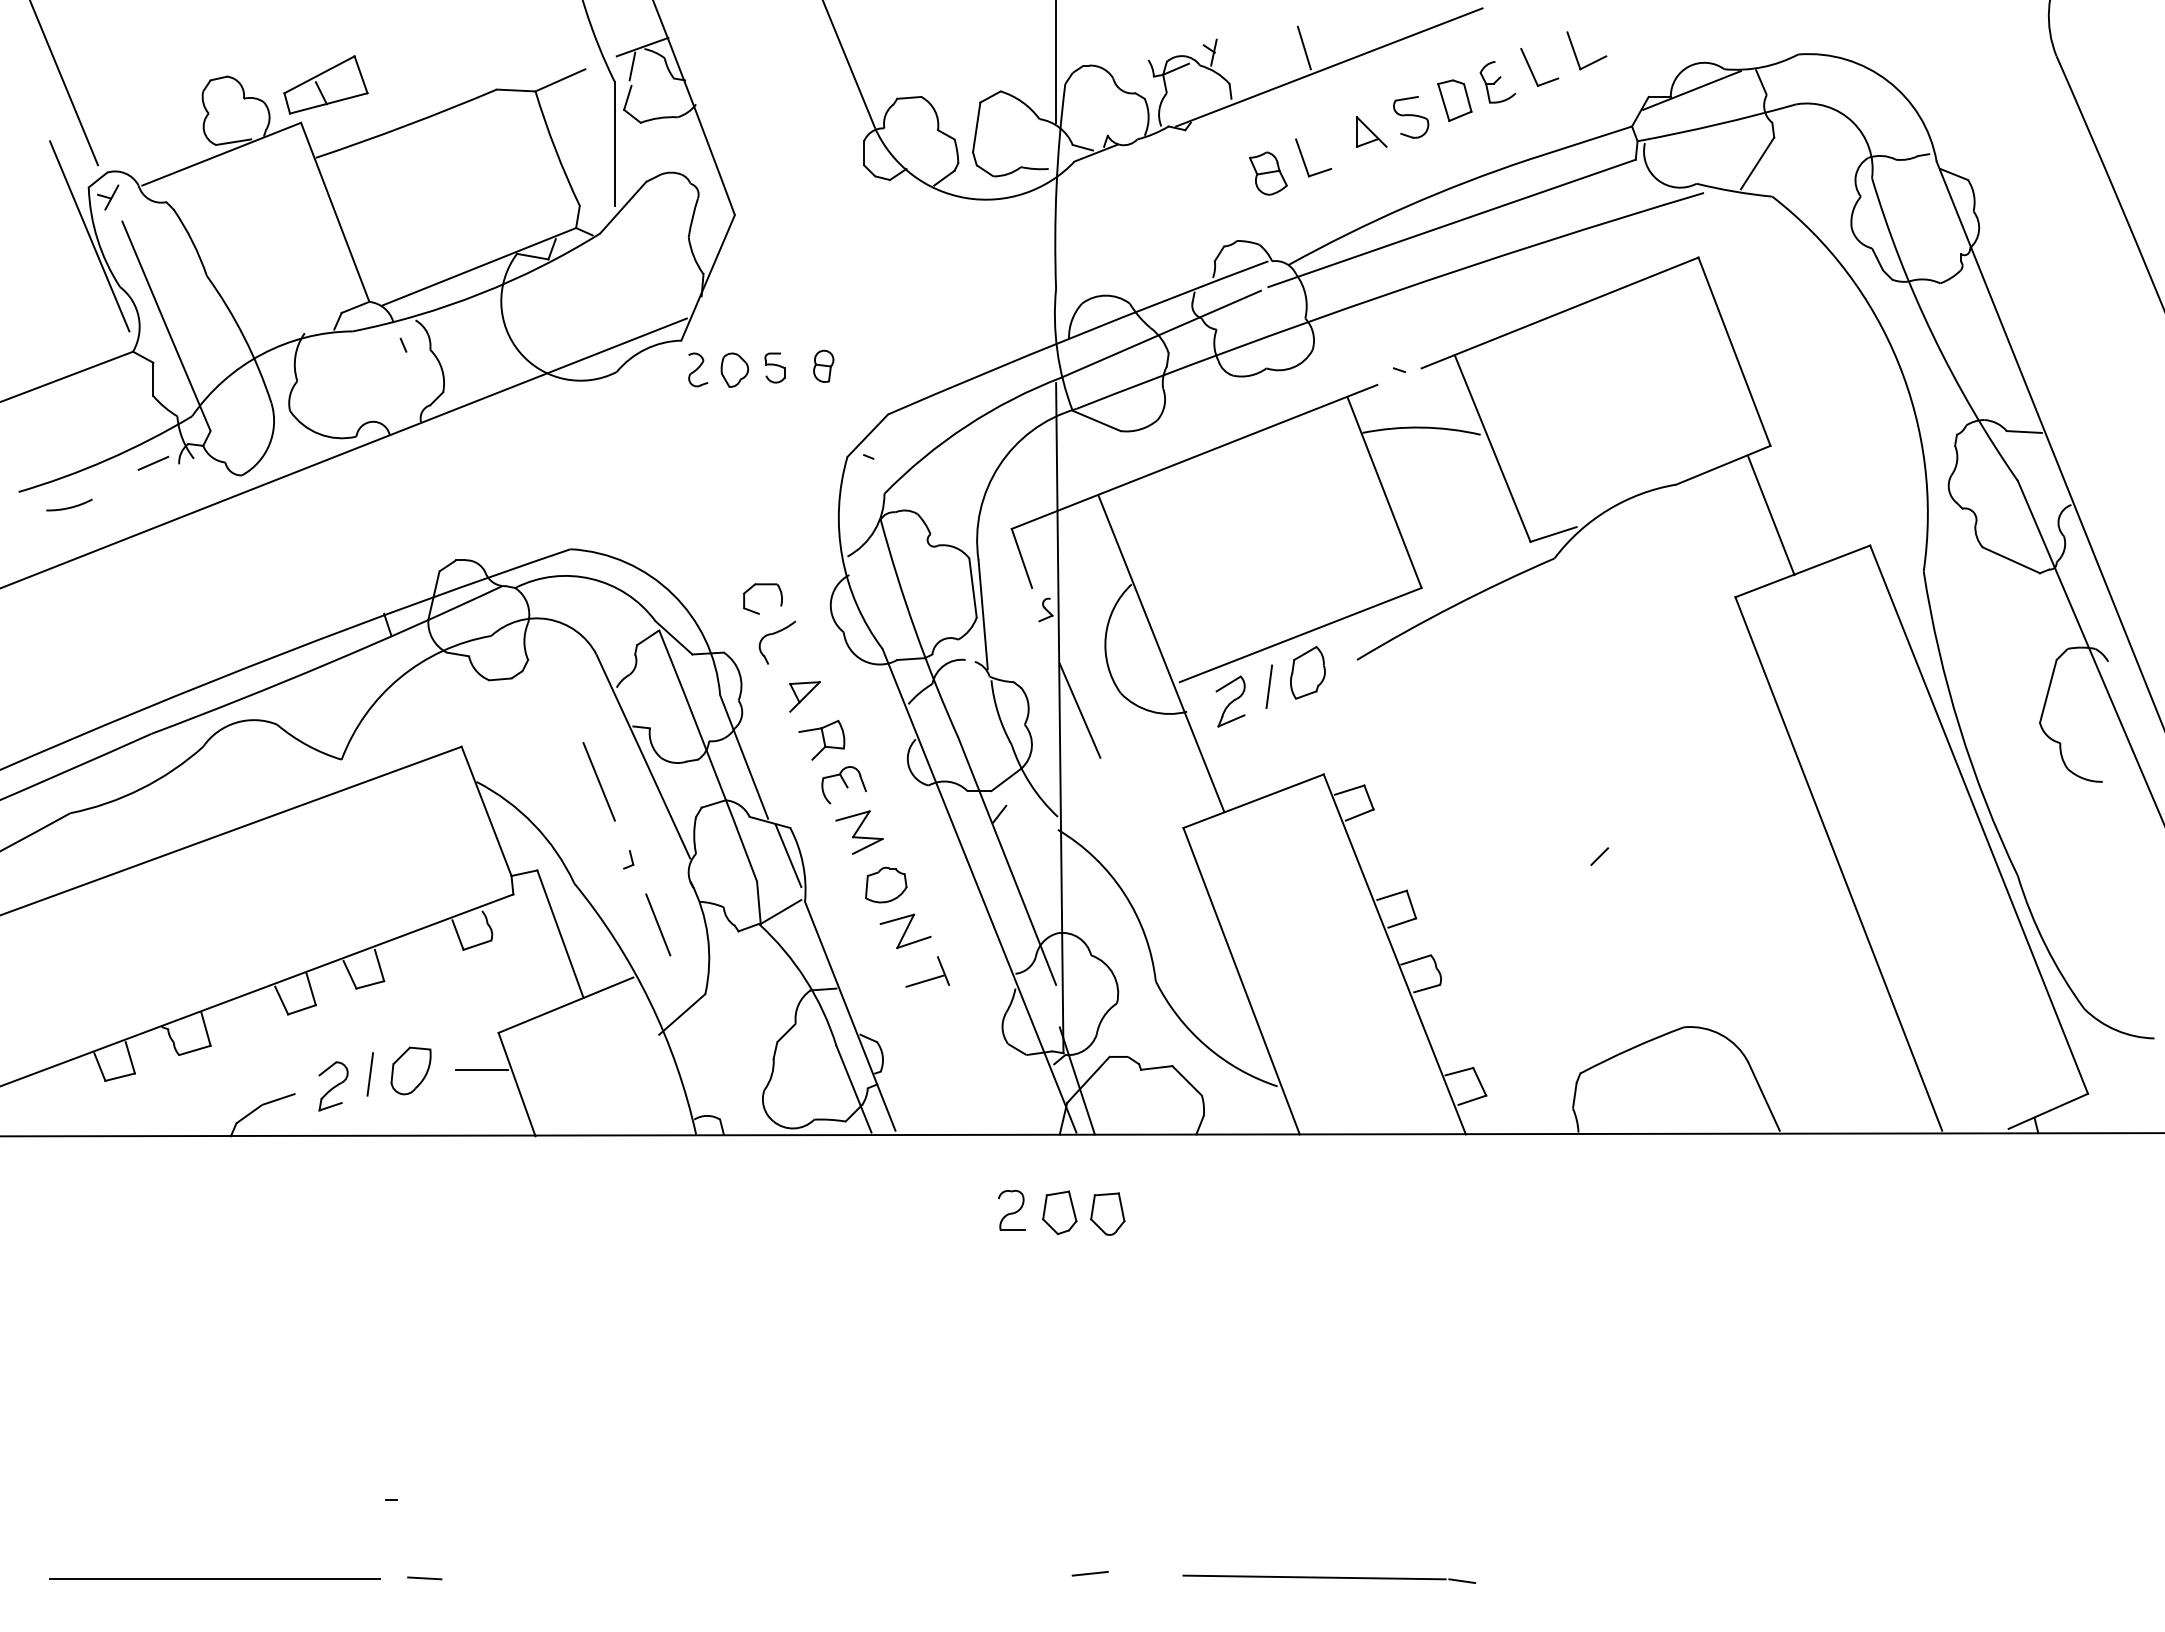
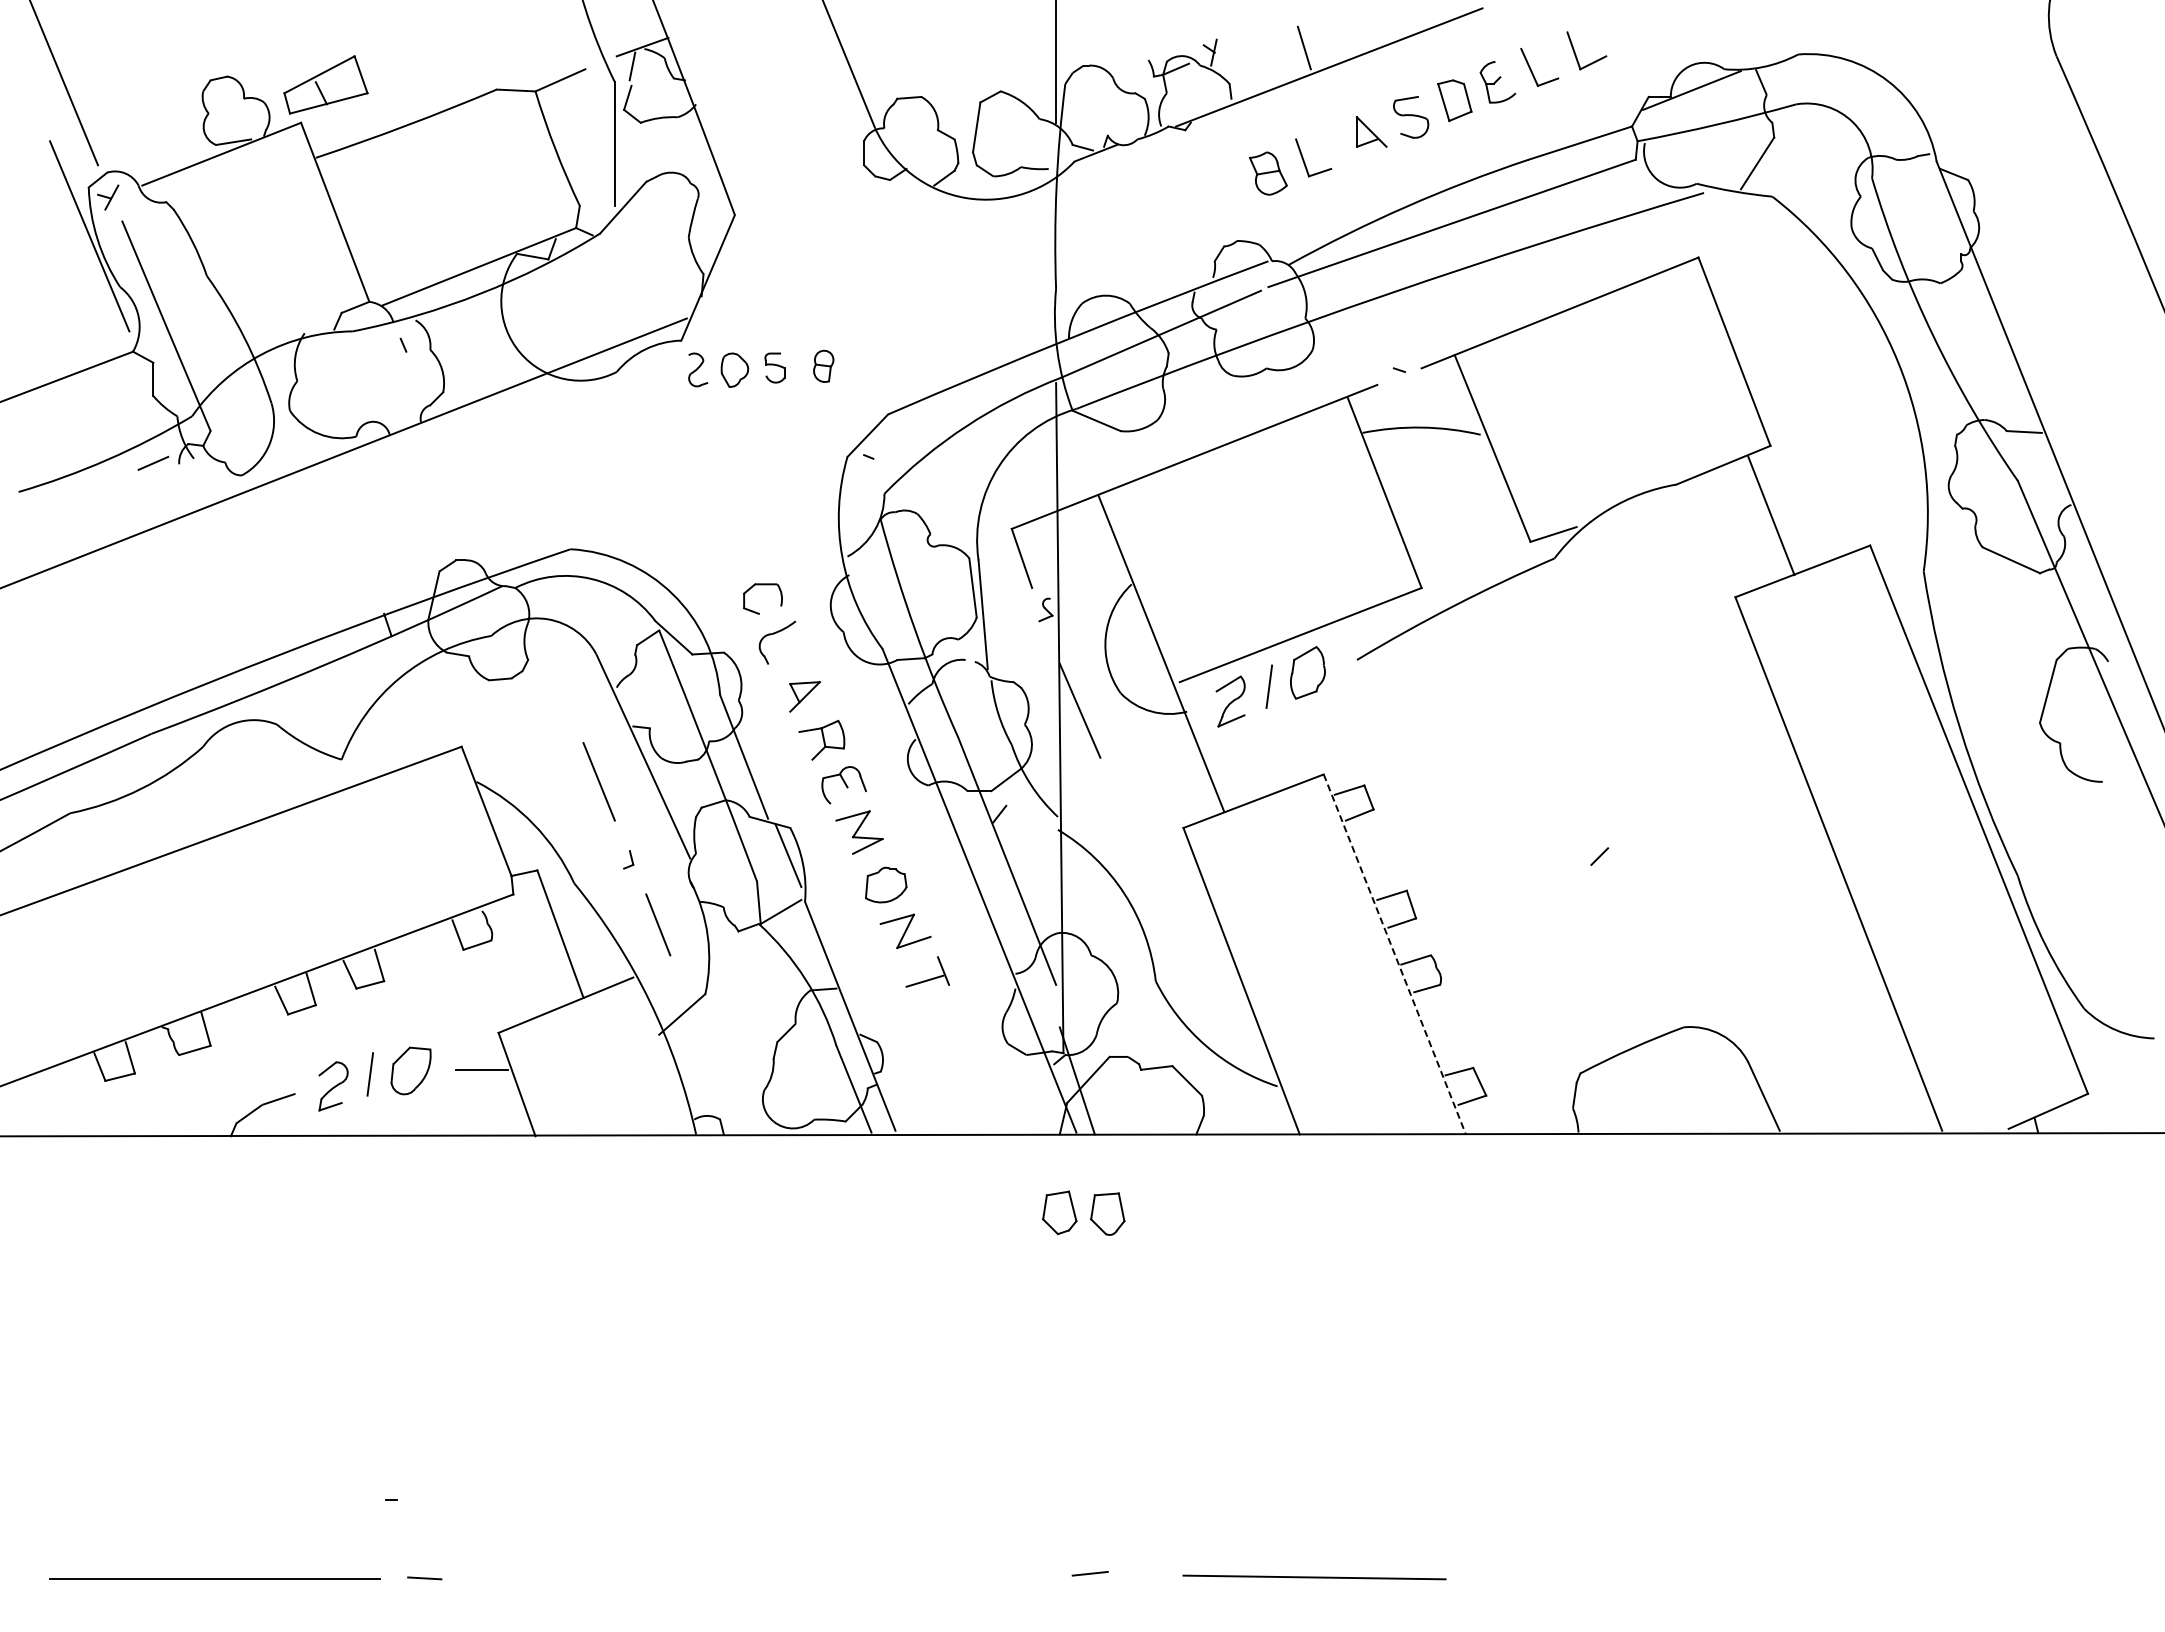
arc at (70, 506): present -> none
line at (1394, 954): solid -> dashed
part at (1011, 1209): present -> none
line at (1462, 1581): present -> none
